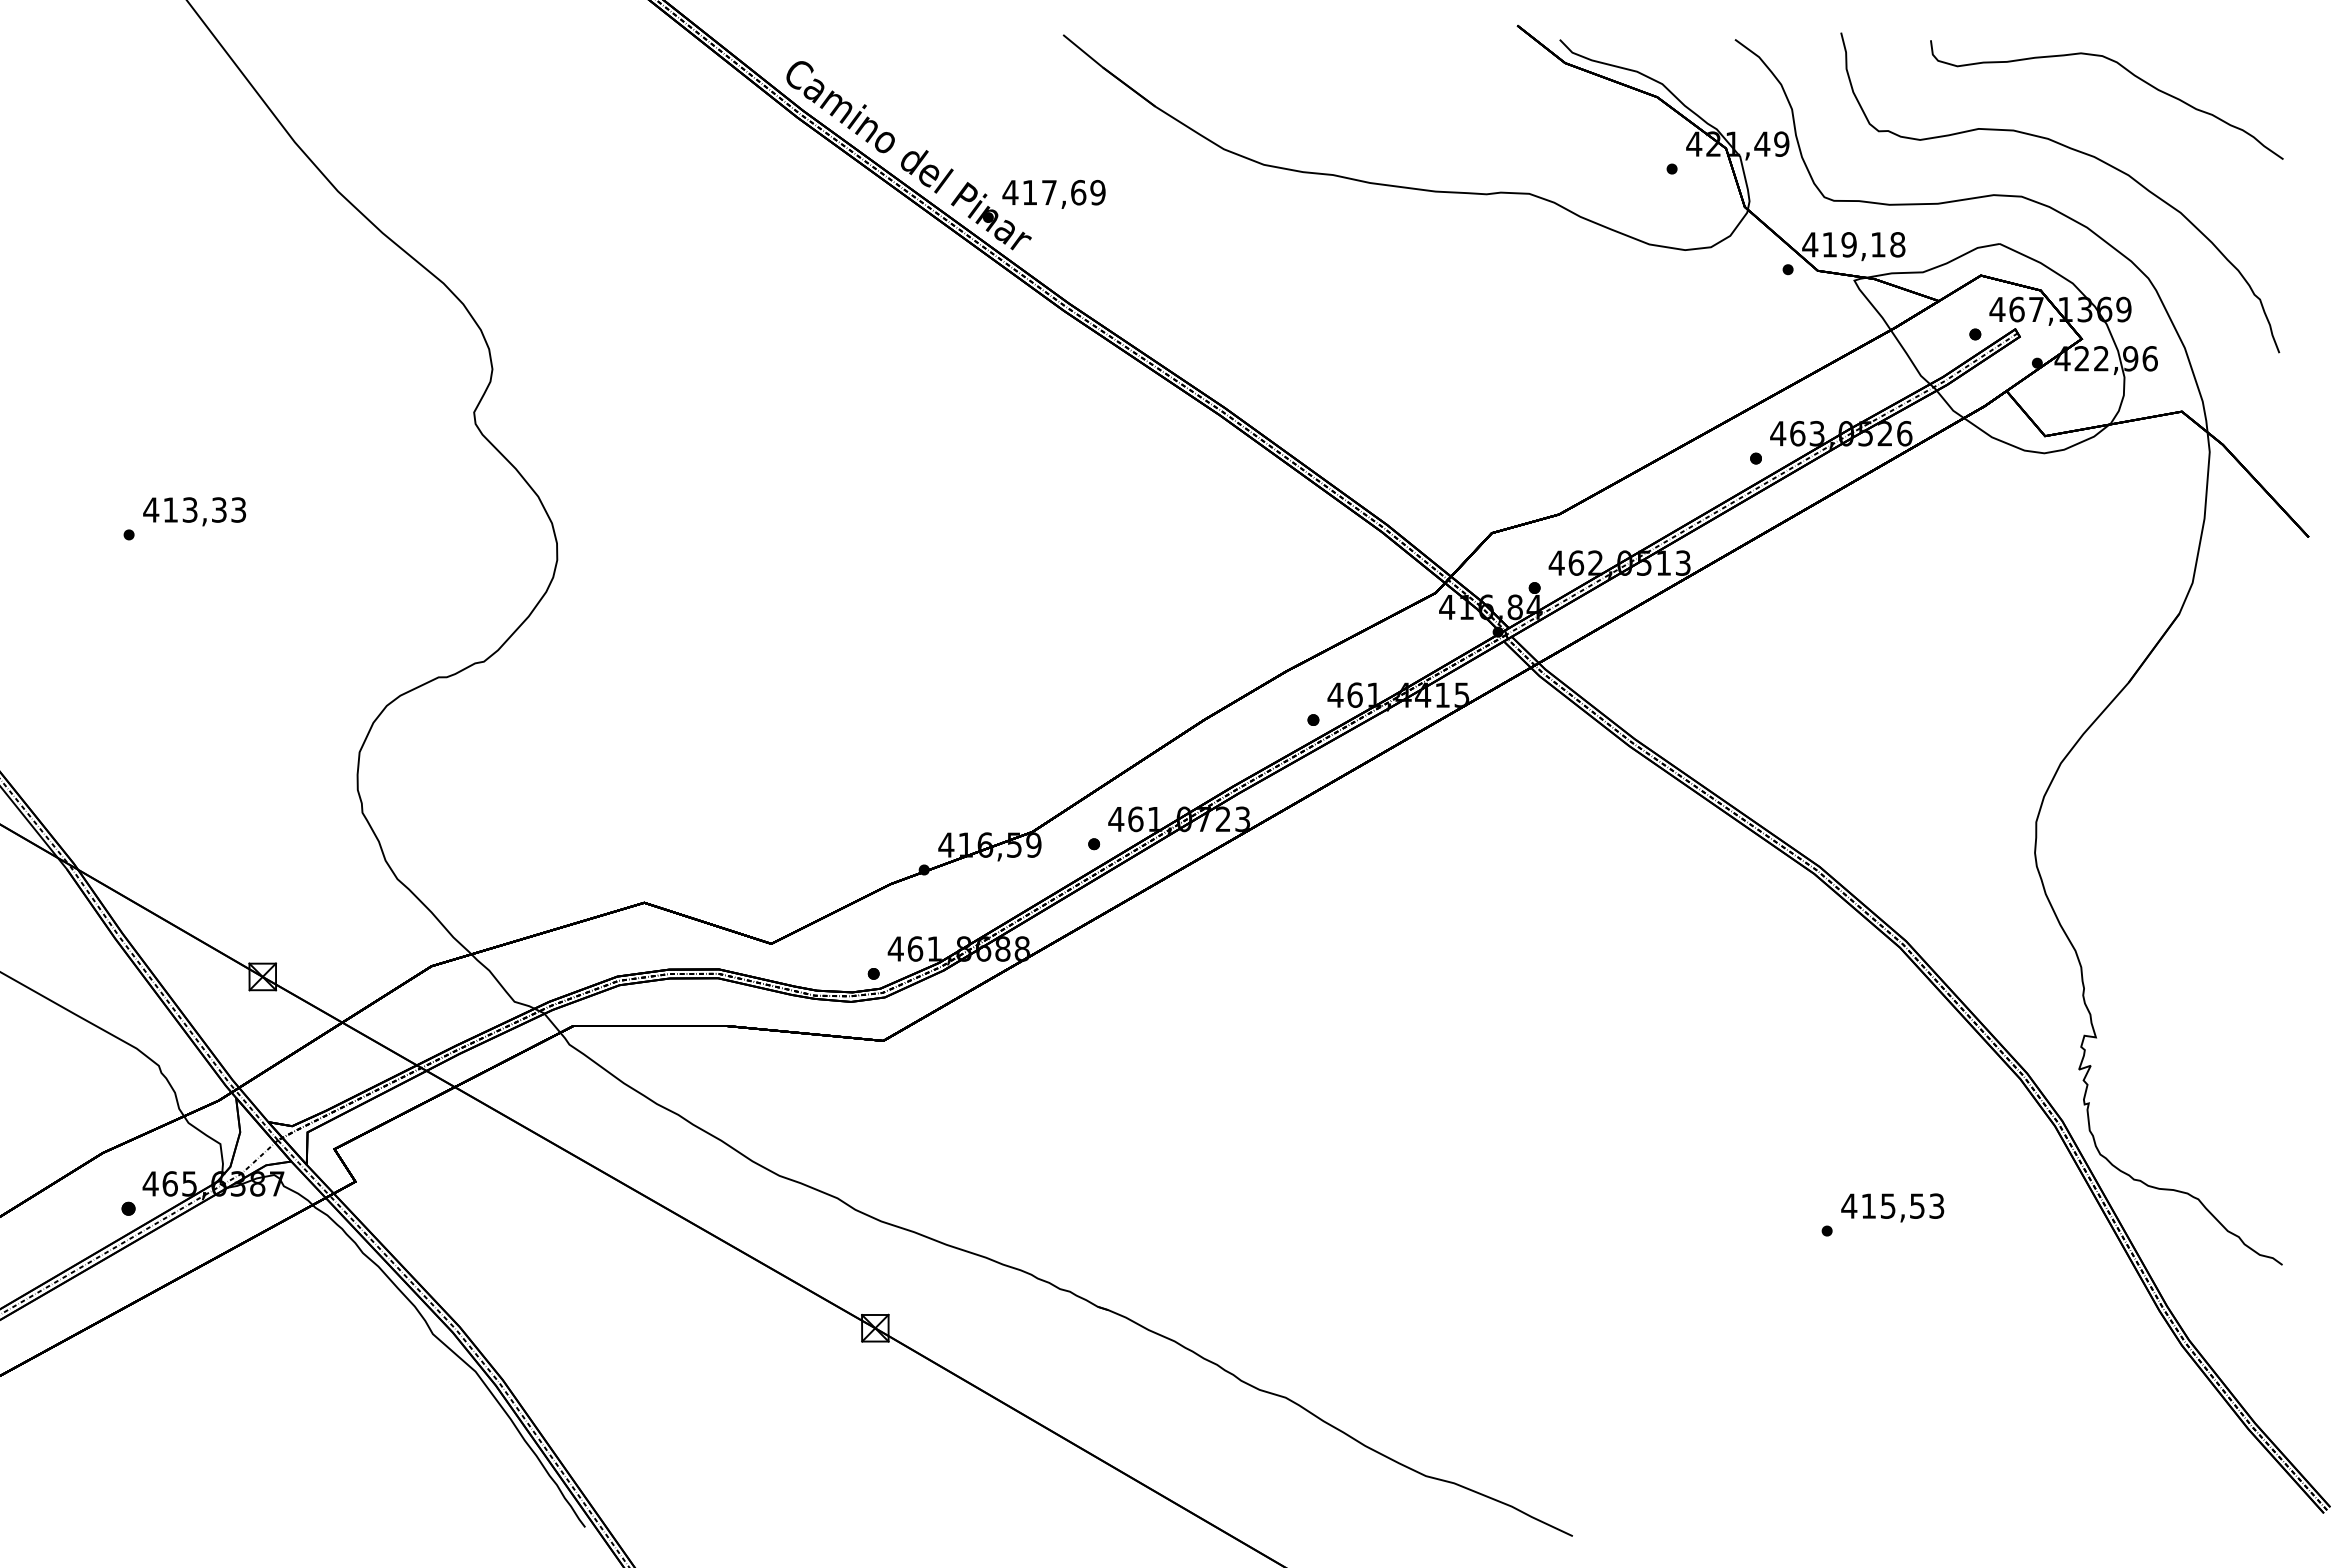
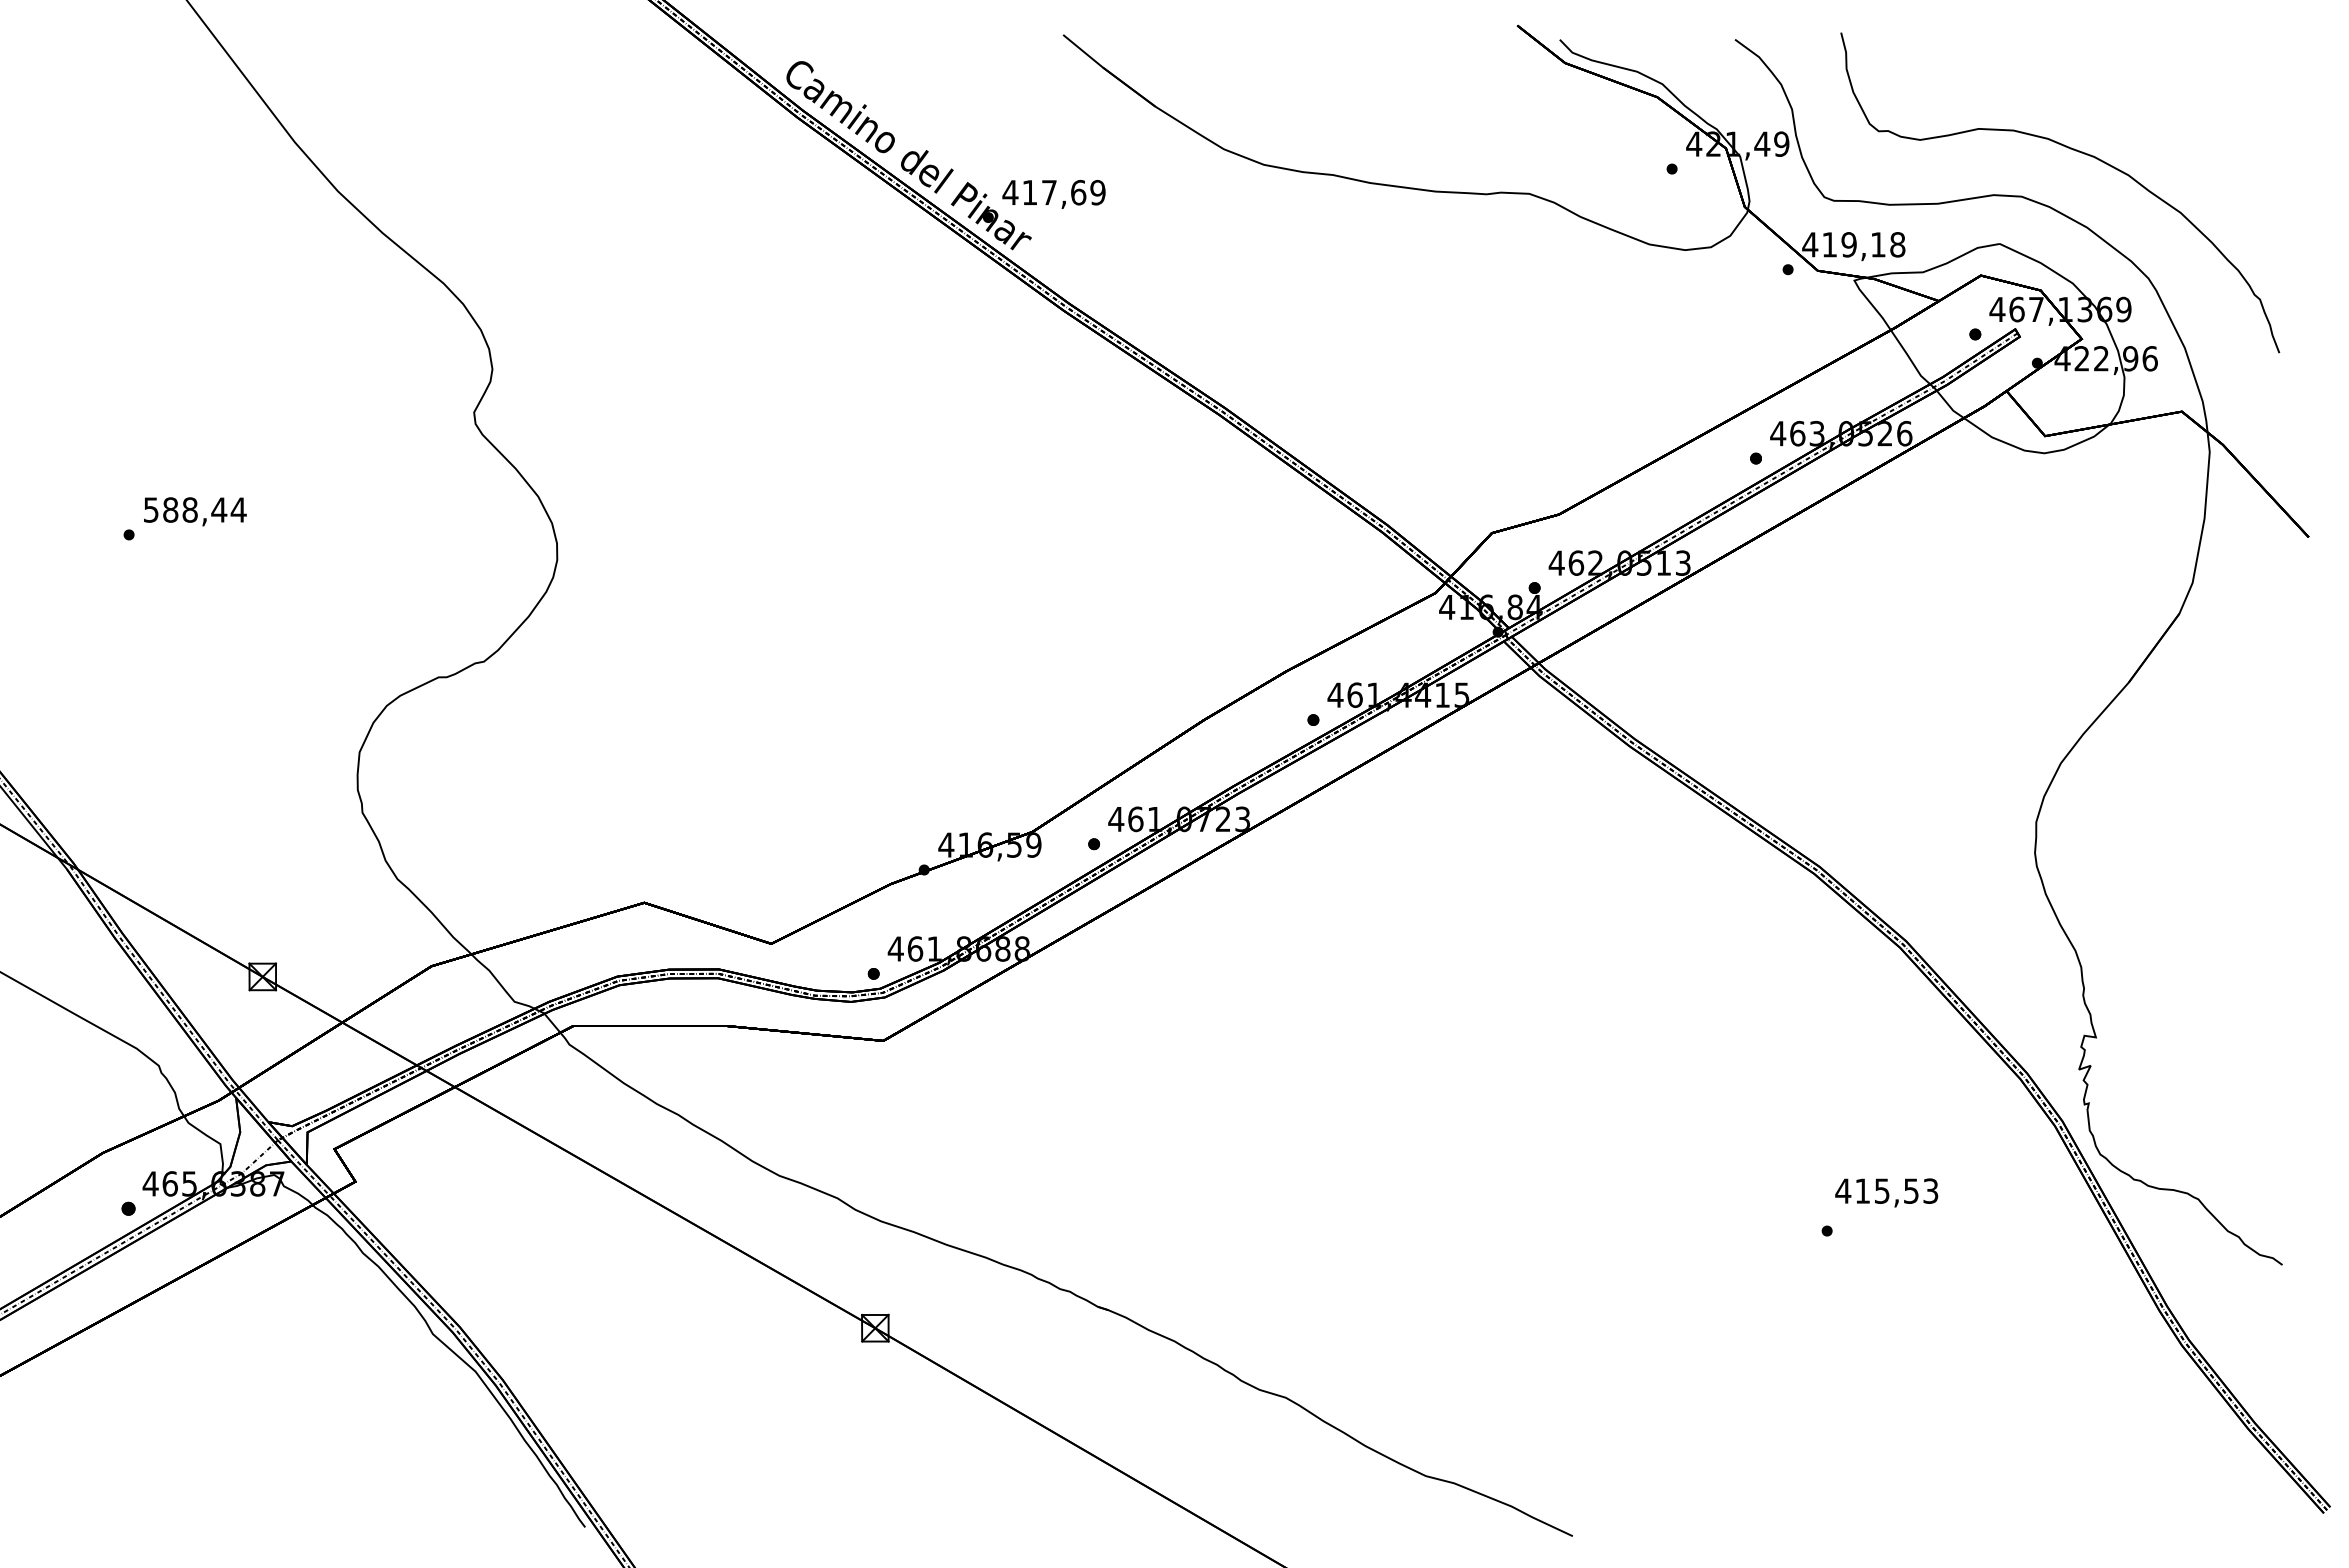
curve at (2128, 72): present -> none
text at (194, 509): 413,33 -> 588,44
text at (1892, 1207) position: (1892, 1207) -> (1886, 1192)
